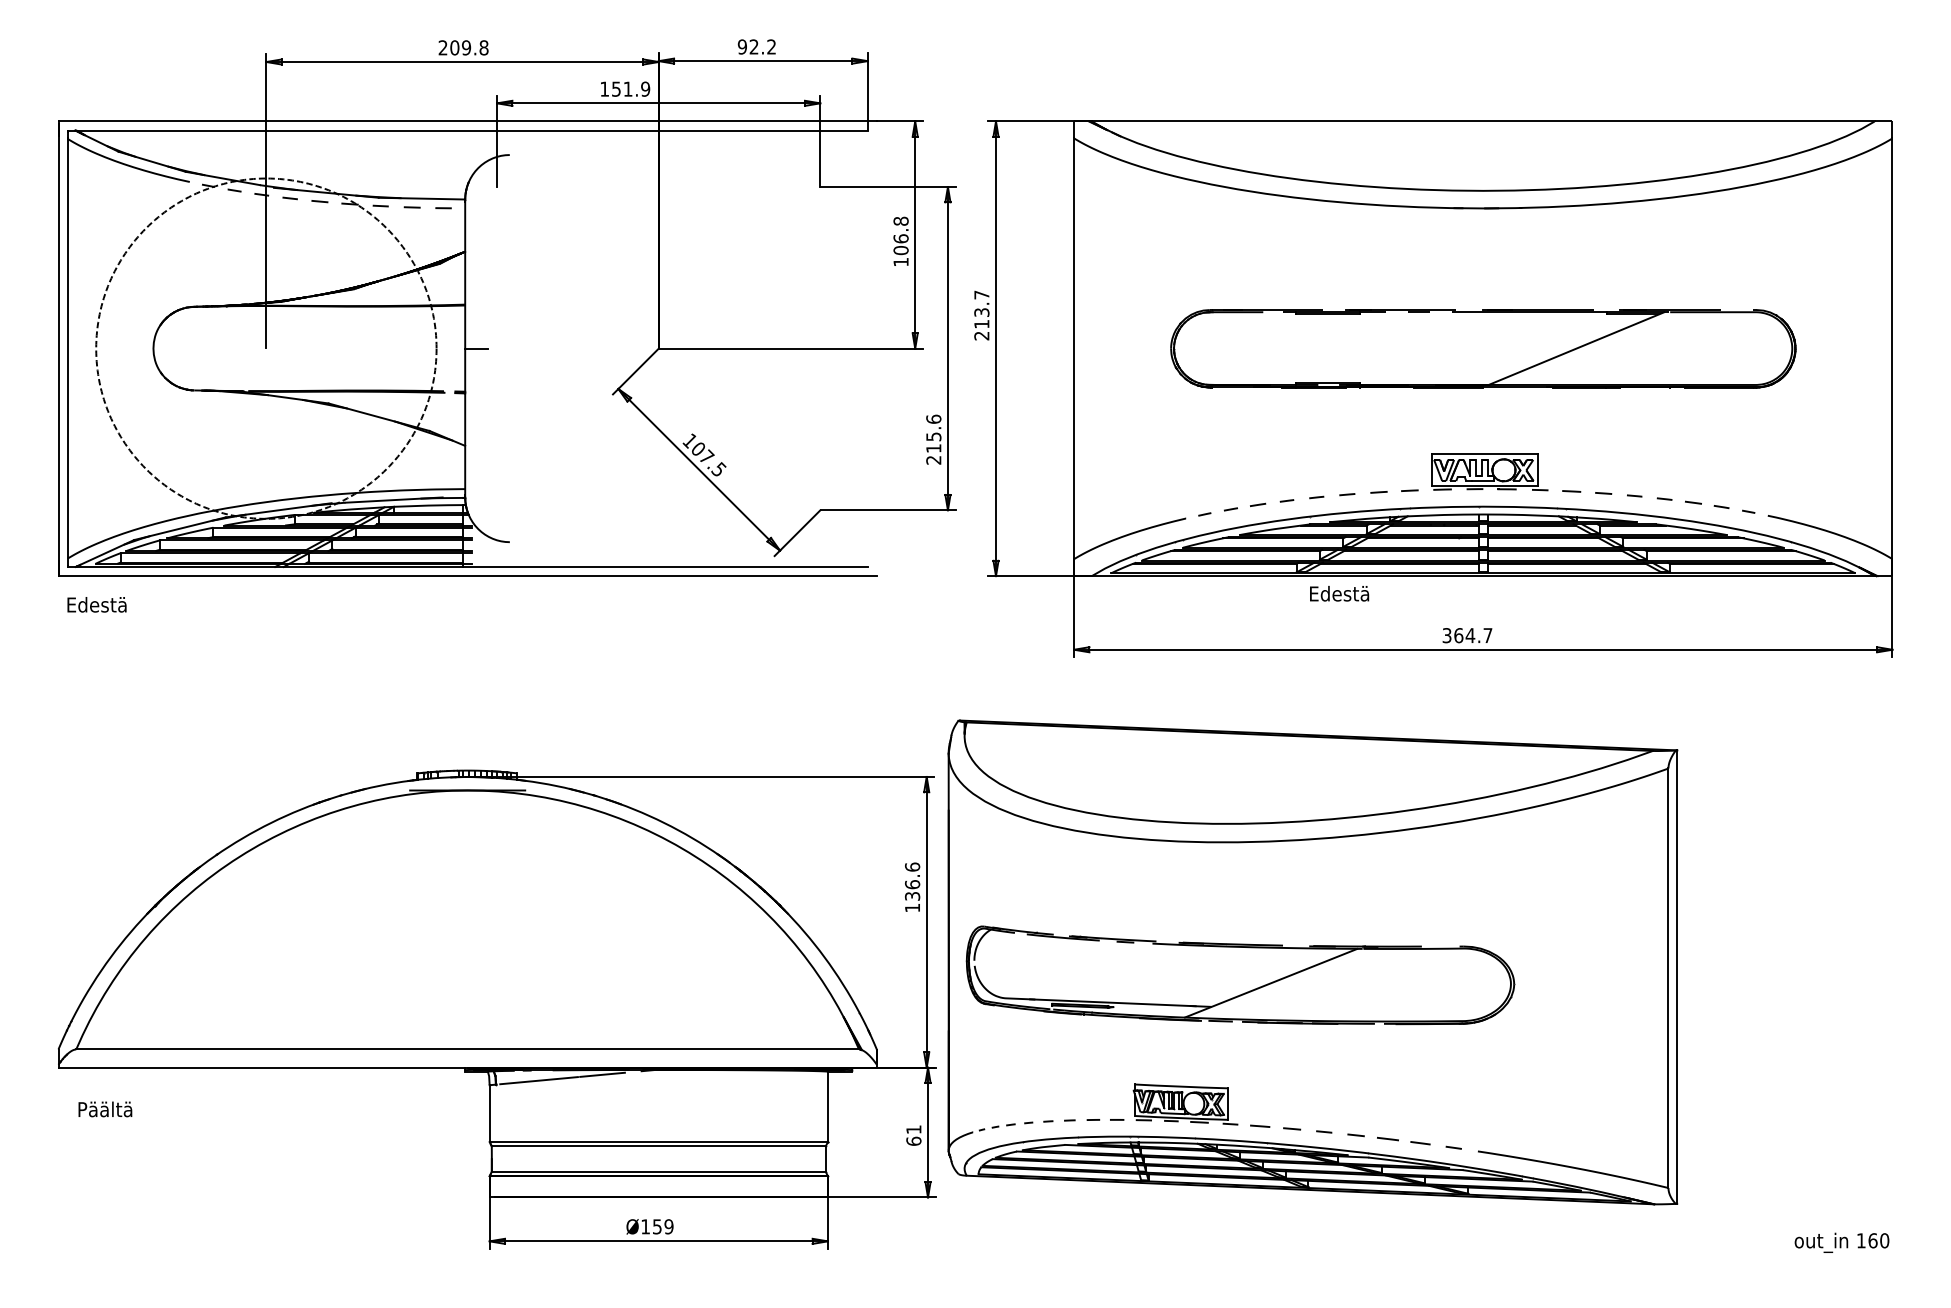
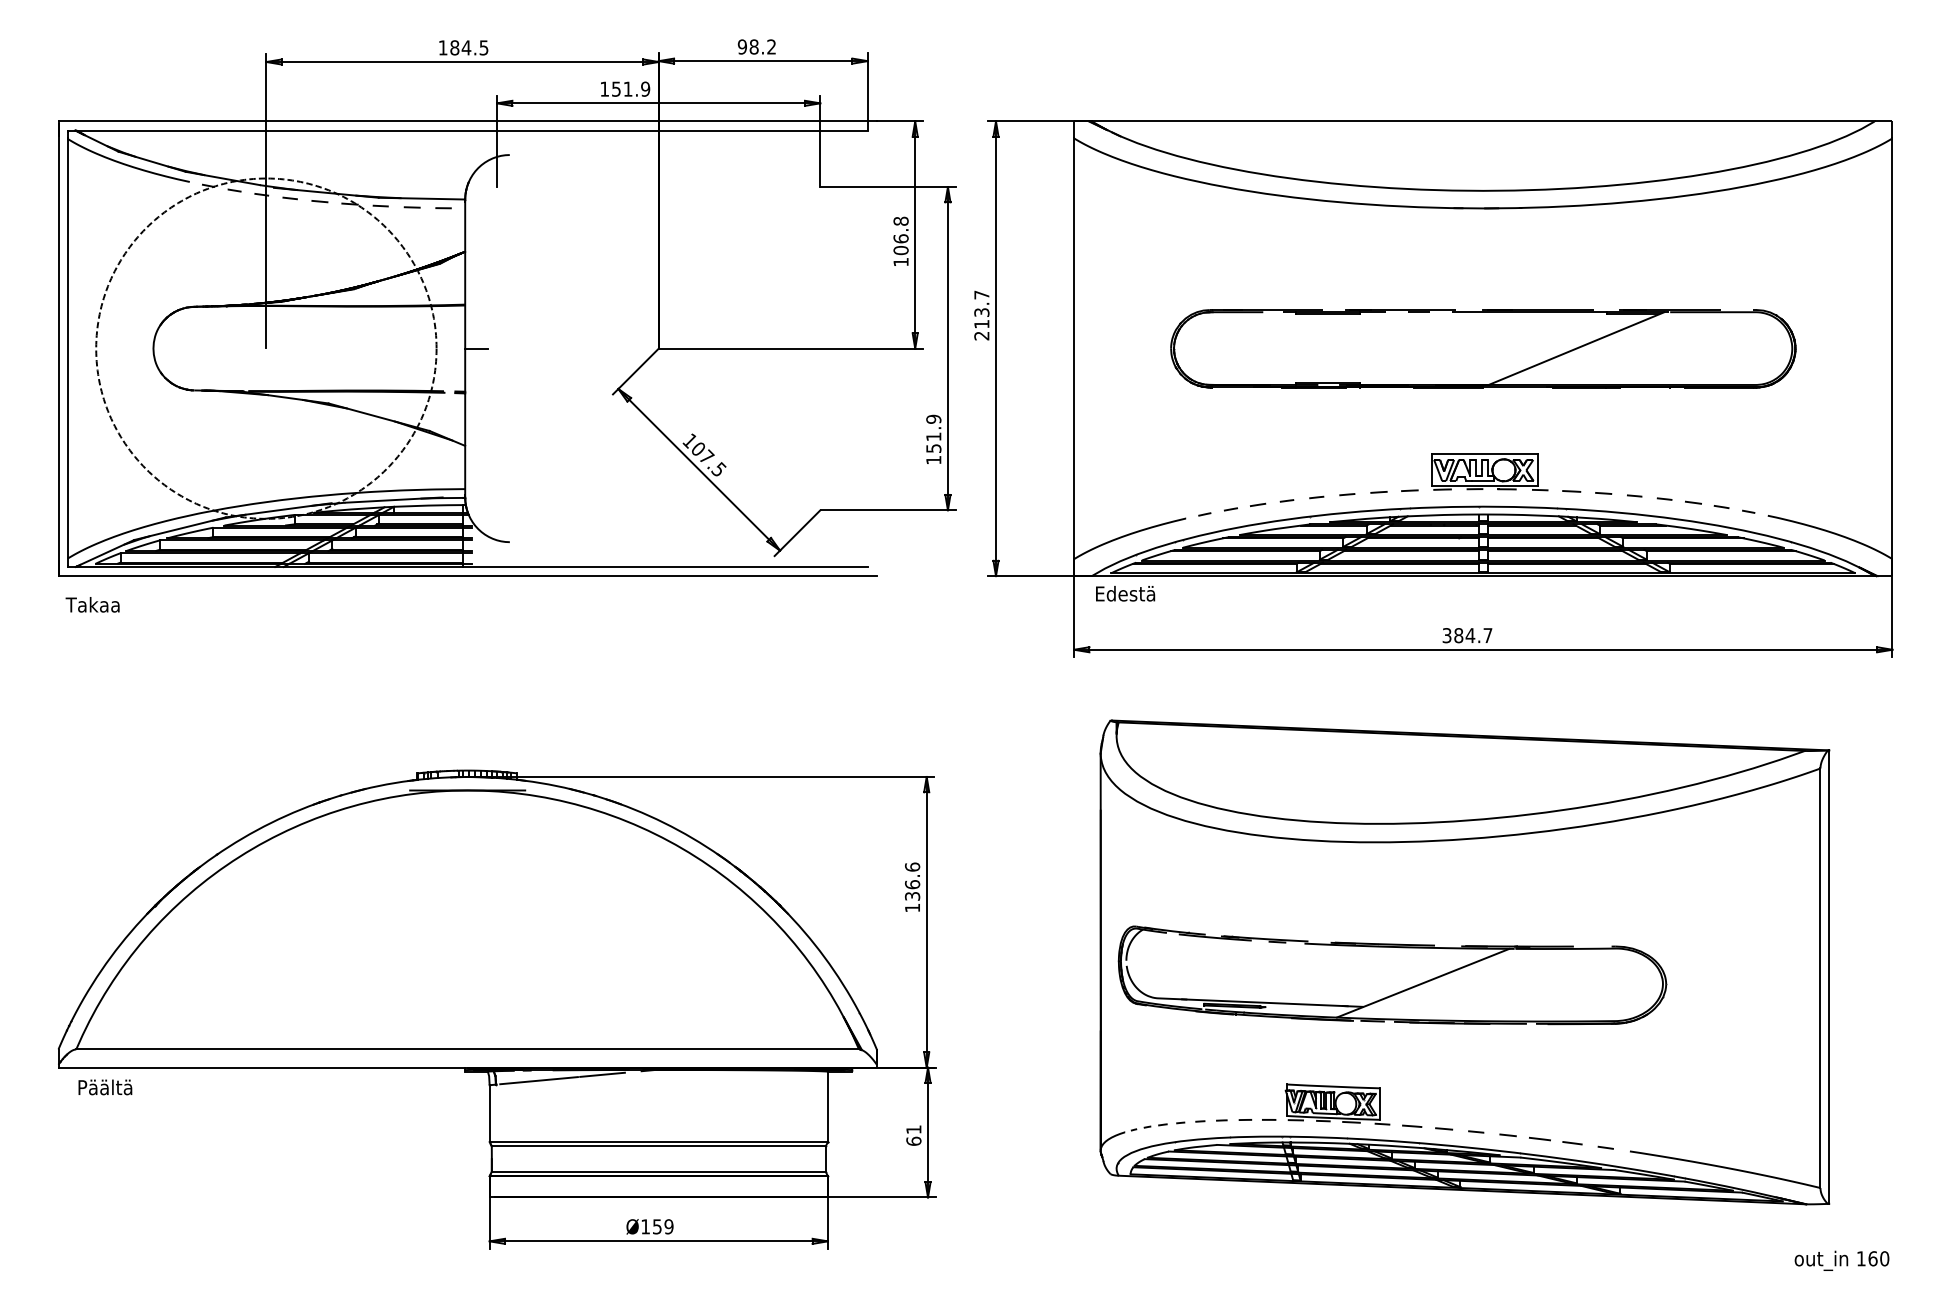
text at (753, 46): 92.2 -> 98.2
text at (463, 47): 209.8 -> 184.5
text at (933, 439): 215.6 -> 151.9
text at (1339, 593) position: (1339, 593) -> (1125, 593)
text at (95, 604): Edestä -> Takaa
text at (1458, 635): 364.7 -> 384.7
part at (1312, 962) position: (1312, 962) -> (1464, 962)
text at (105, 1109) position: (105, 1109) -> (105, 1087)
text at (1841, 1242) position: (1841, 1242) -> (1841, 1260)
